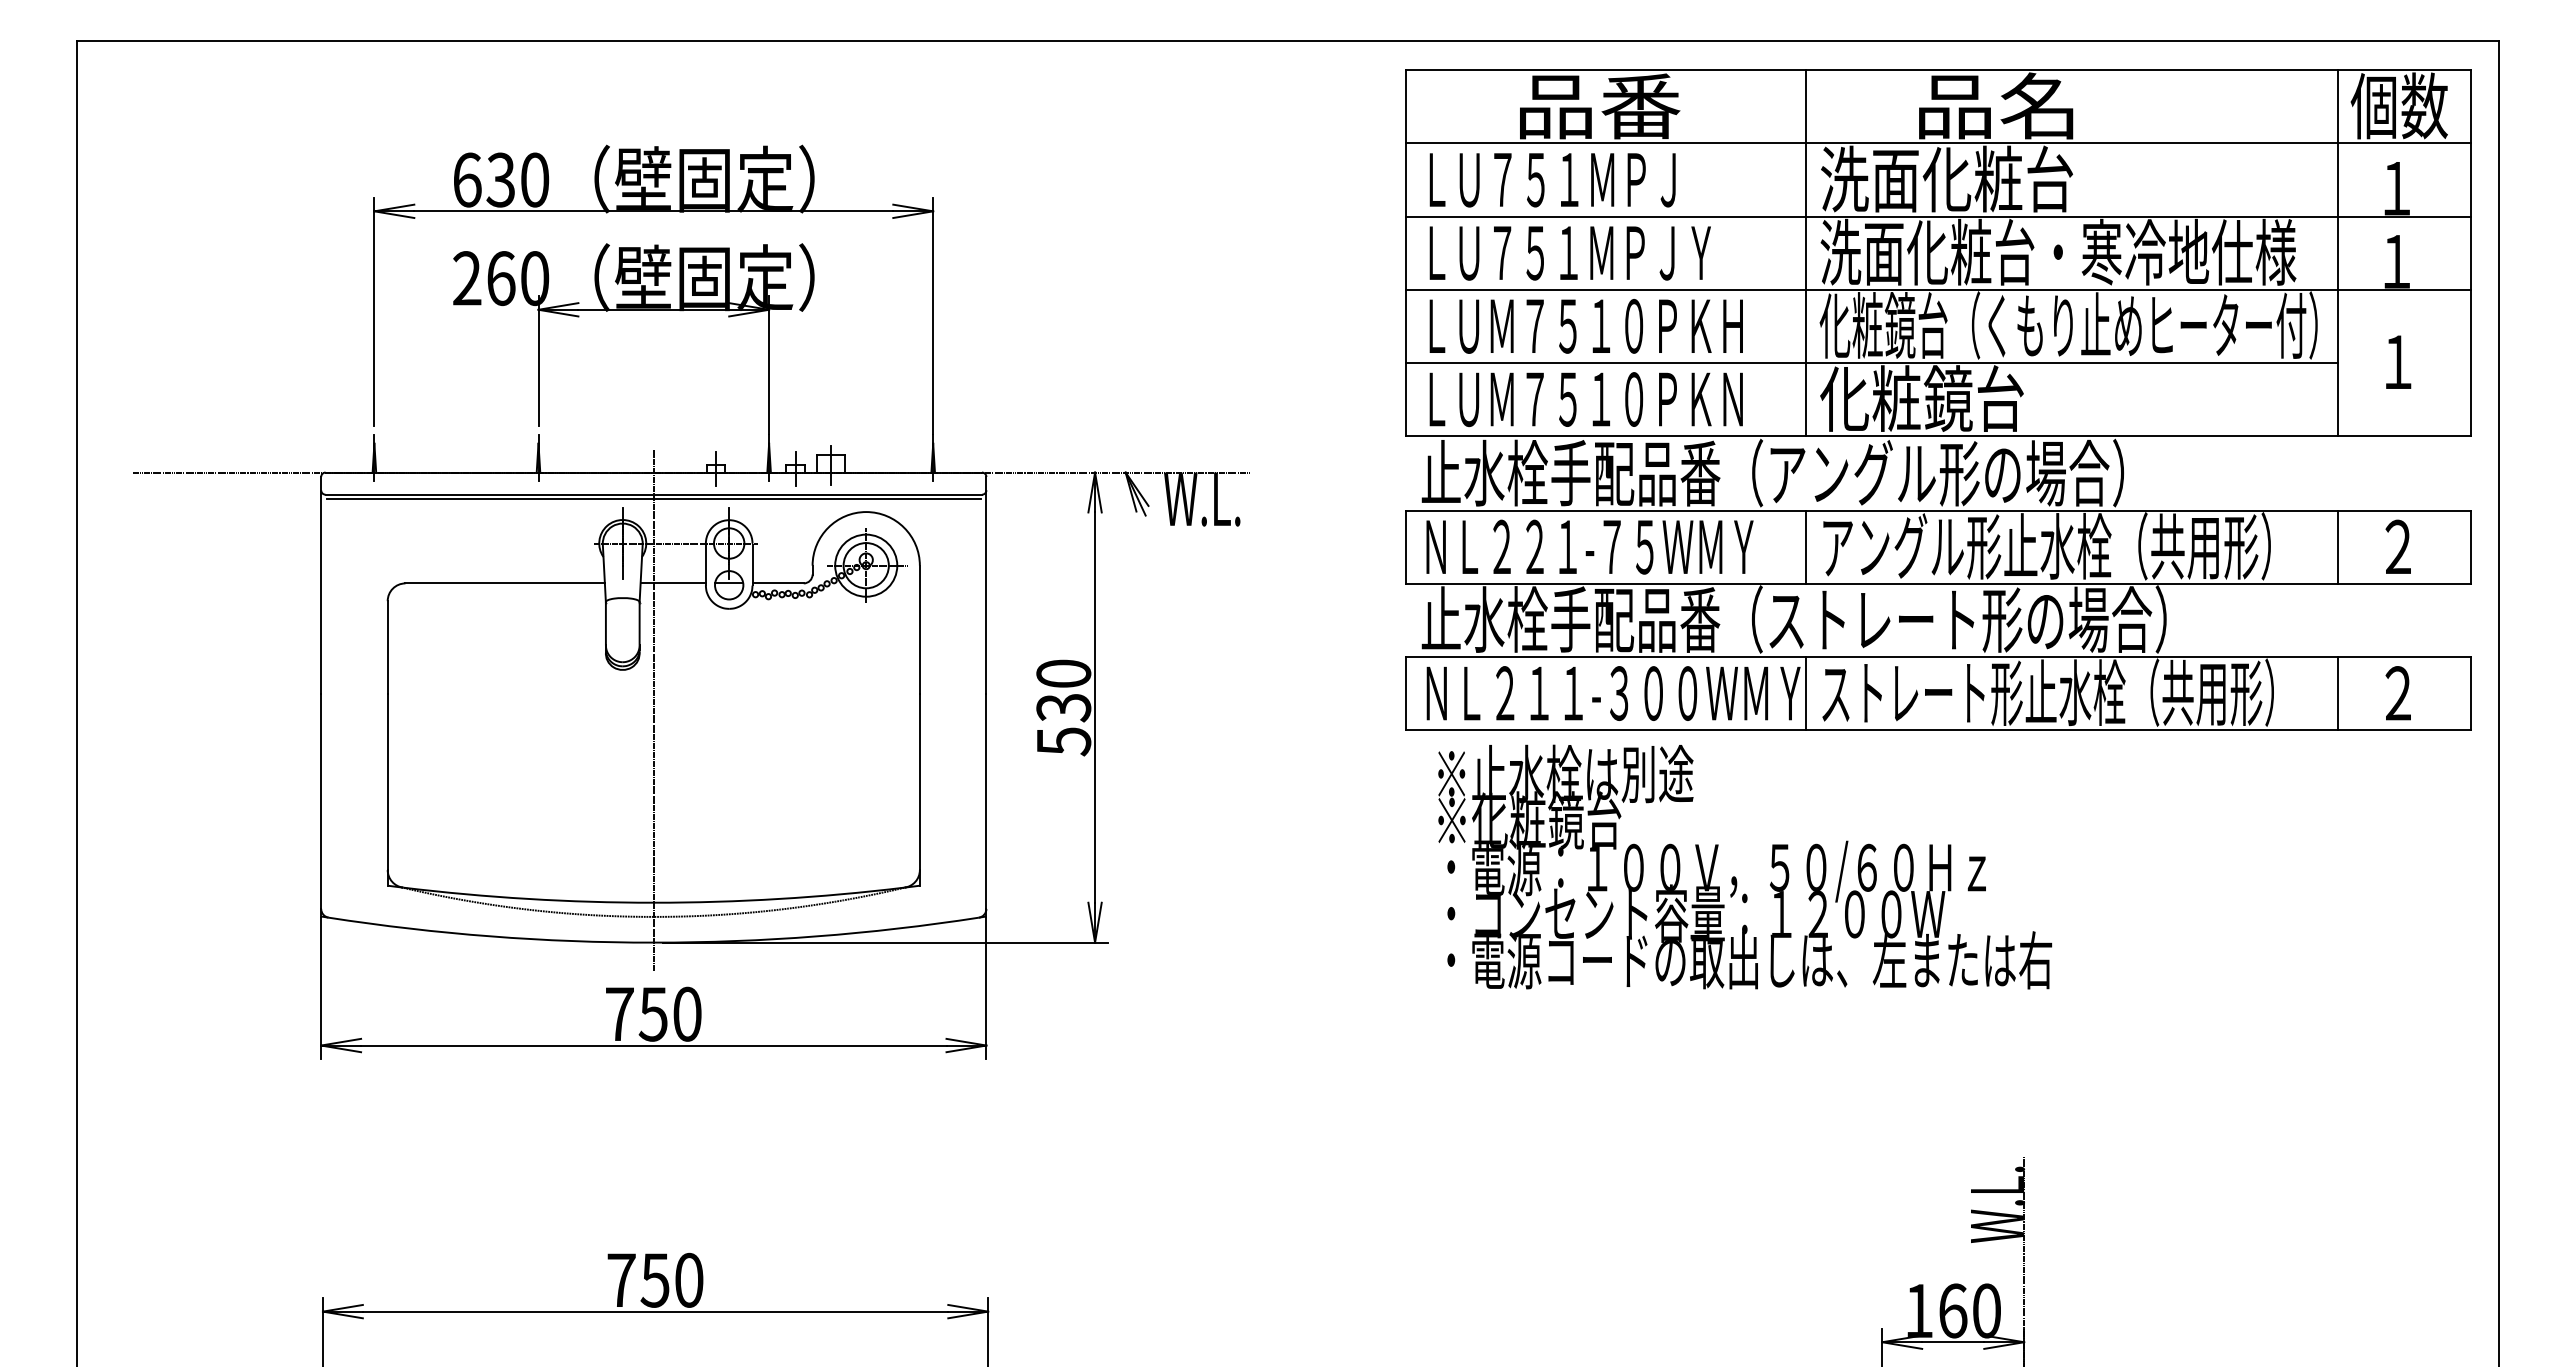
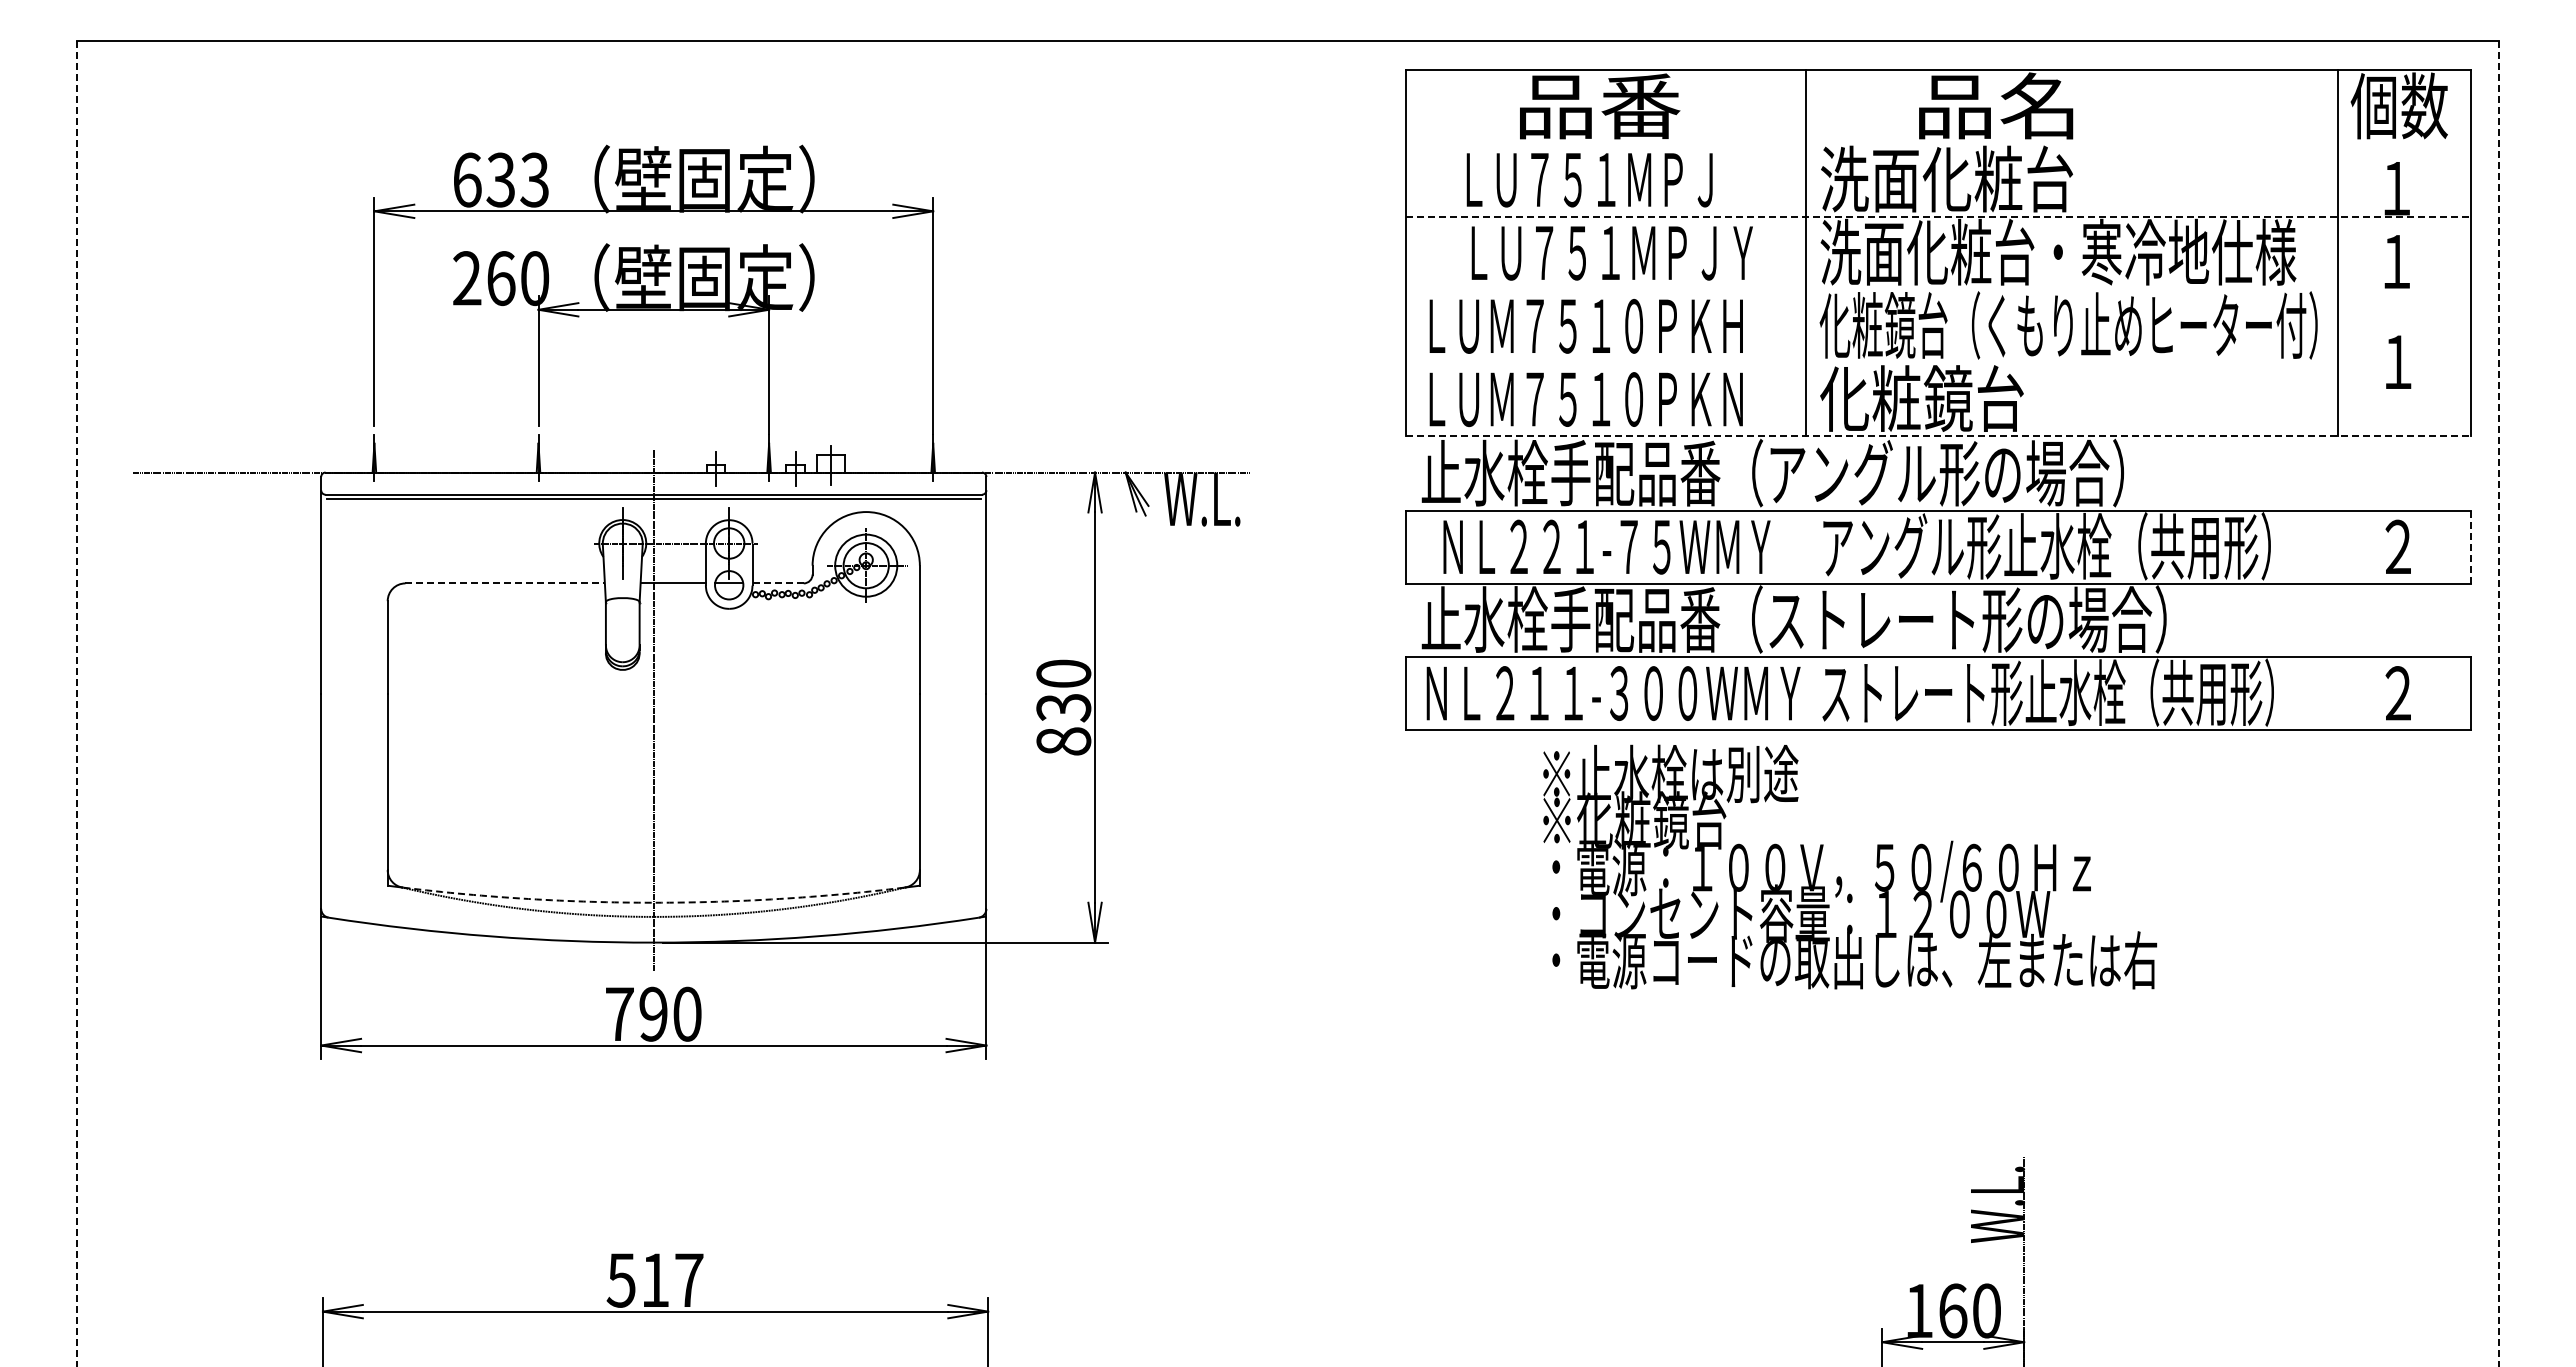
line at (1938, 143): present -> none
text at (534, 179): 630 -> 633
text at (1552, 180) position: (1552, 180) -> (1589, 180)
line at (1939, 216): solid -> dashed
text at (1569, 253) position: (1569, 253) -> (1611, 253)
line at (1938, 289): present -> none
line at (1871, 363): present -> none
line at (1939, 436): solid -> dashed
text at (1589, 546) position: (1589, 546) -> (1606, 546)
line at (1805, 546): present -> none
line at (2337, 546): present -> none
line at (2470, 547): solid -> dashed
line at (505, 583): solid -> dashed
line at (778, 583): solid -> dashed
line at (1805, 693): present -> none
line at (2337, 693): present -> none
line at (77, 704): solid -> dashed
line at (2498, 704): solid -> dashed
text at (1063, 741): 530 -> 830
text at (1745, 866) position: (1745, 866) -> (1850, 866)
arc at (653, 902): solid -> dashed
text at (652, 1013): 750 -> 790
text at (654, 1279): 750 -> 517
